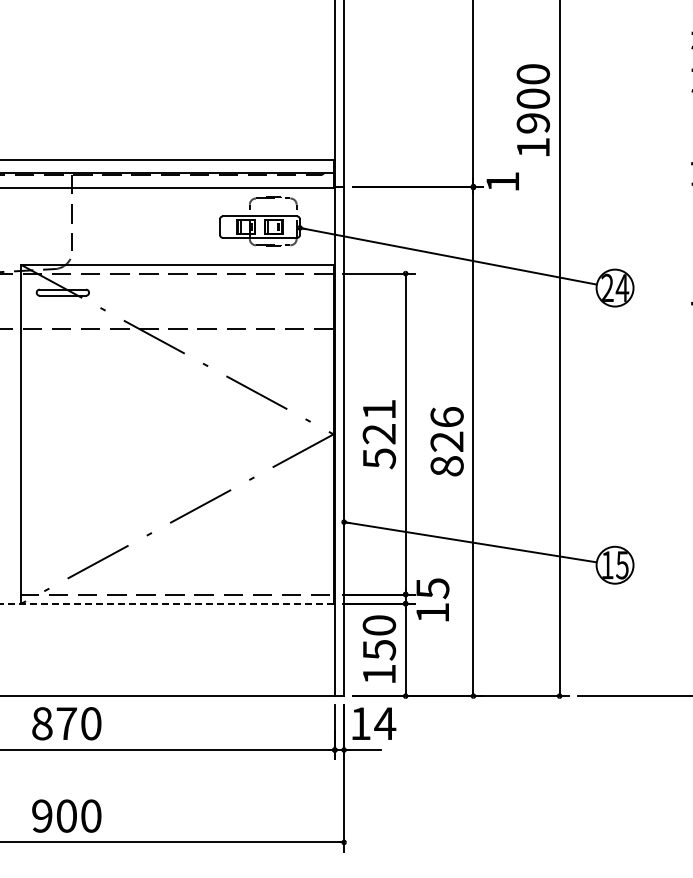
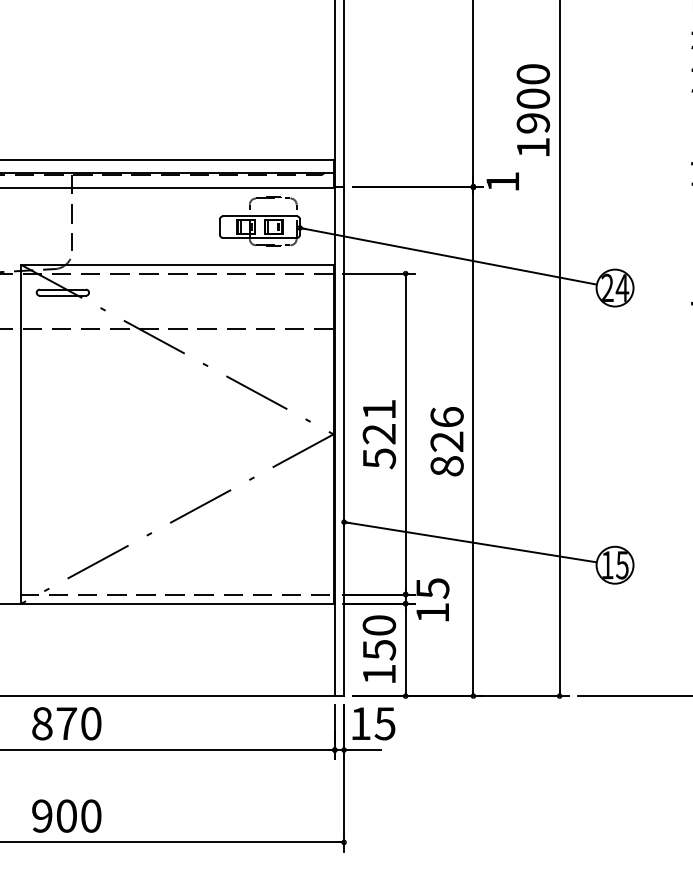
line at (167, 603): dashed -> solid
text at (385, 723): 14 -> 15
